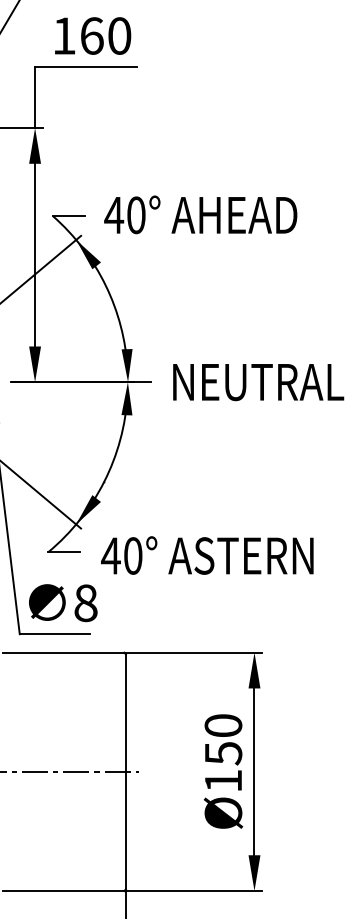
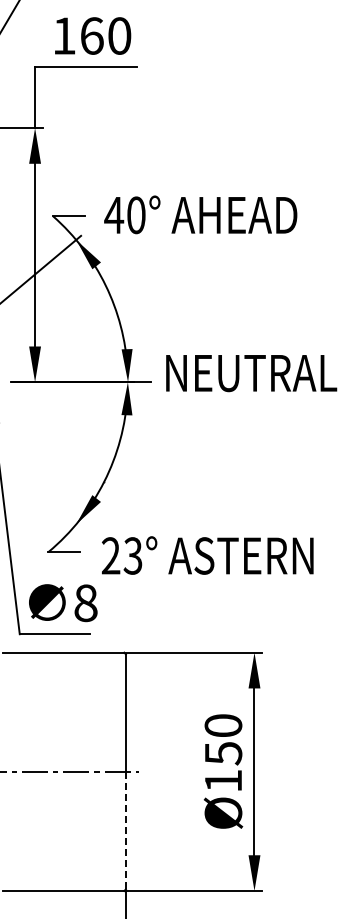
text at (258, 382) position: (258, 382) -> (251, 373)
line at (41, 495): present -> none
text at (121, 555): 40° -> 23°
line at (125, 830): solid -> dashed
